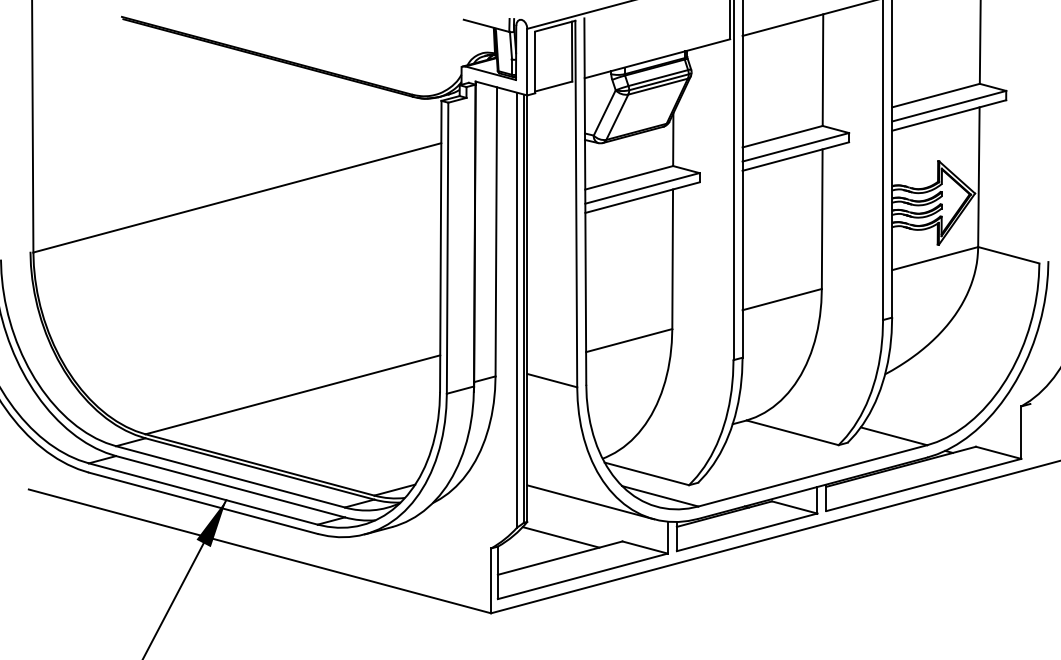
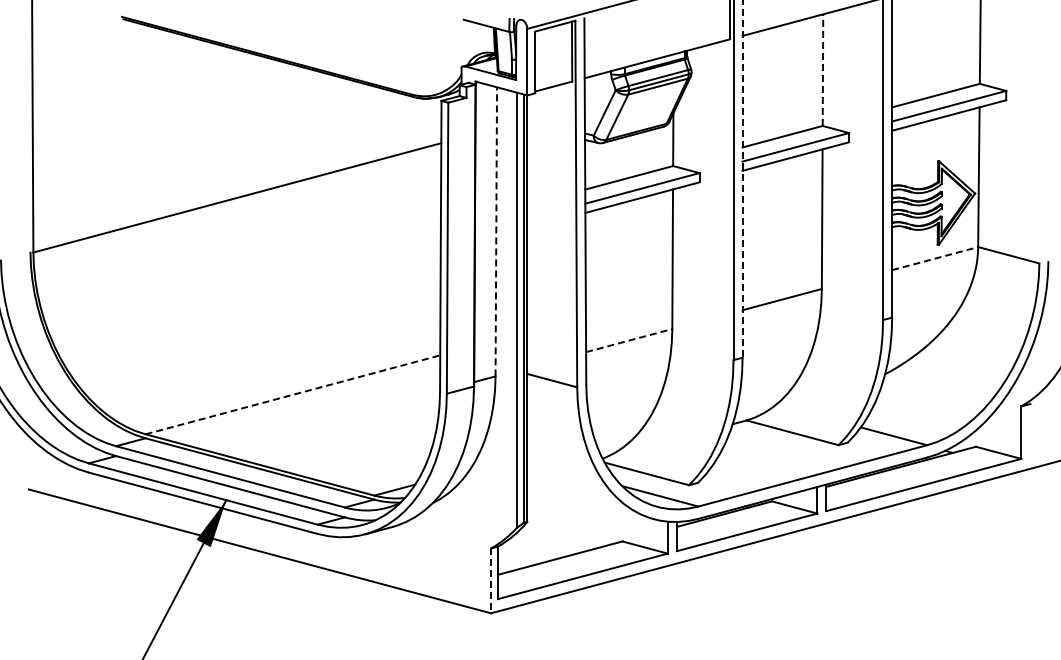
line at (822, 70): solid -> dashed
line at (742, 178): solid -> dashed
line at (496, 231): solid -> dashed
line at (935, 258): solid -> dashed
line at (629, 340): solid -> dashed
line at (292, 394): solid -> dashed
line at (590, 502): present -> none
line at (560, 537): present -> none
line at (491, 581): solid -> dashed
